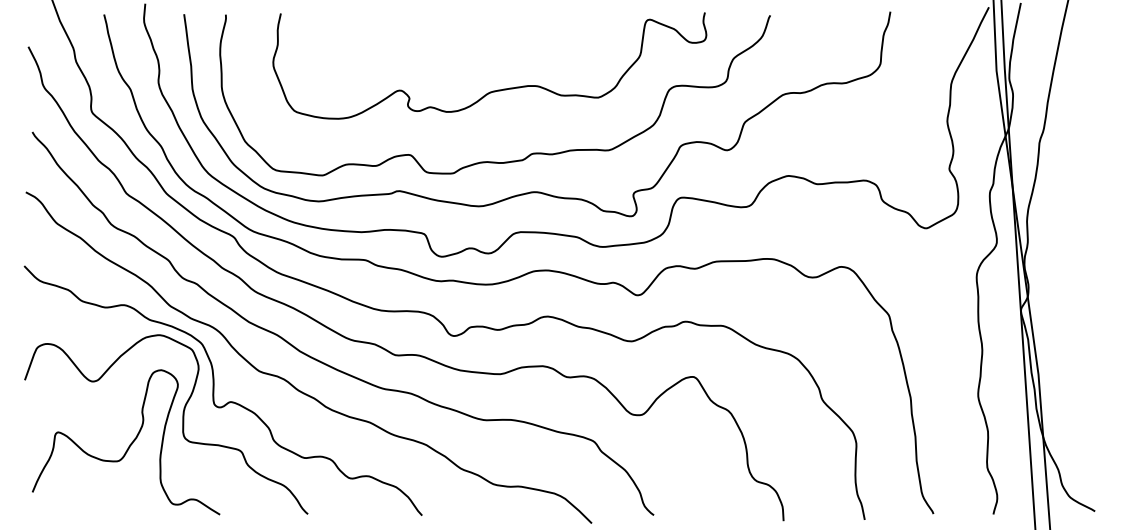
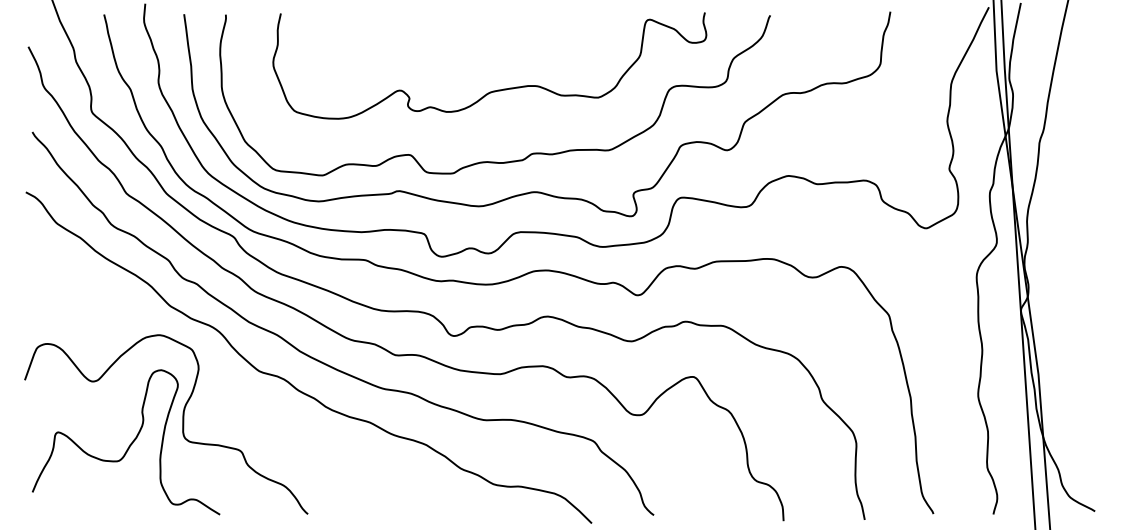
curve at (214, 390): present -> none
